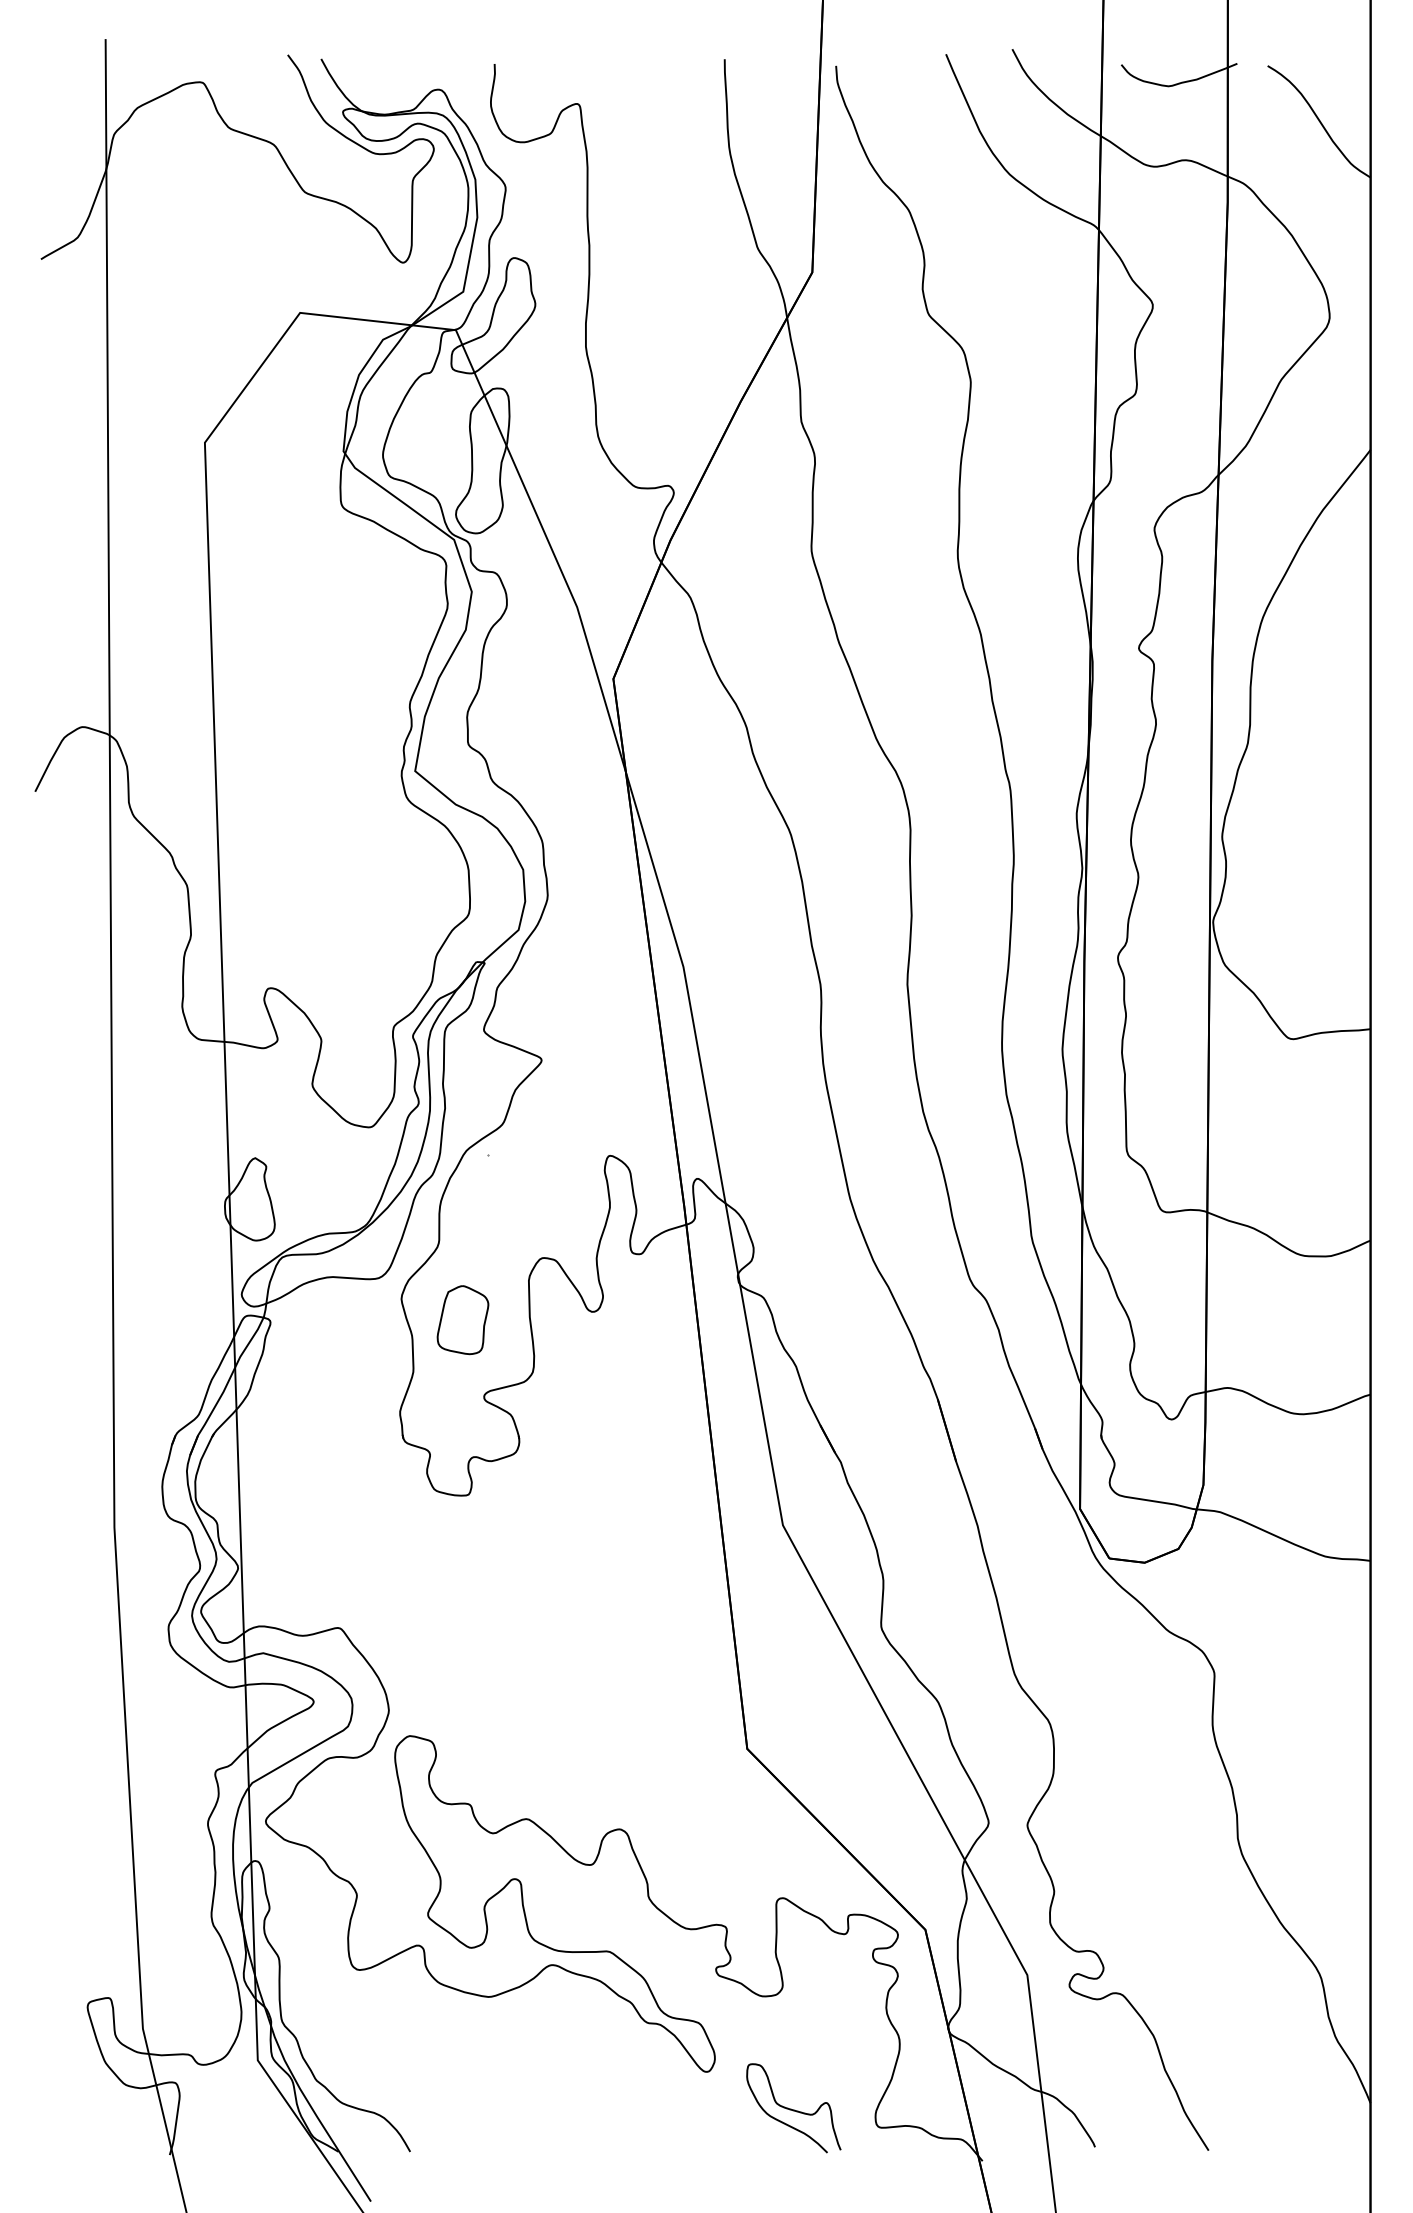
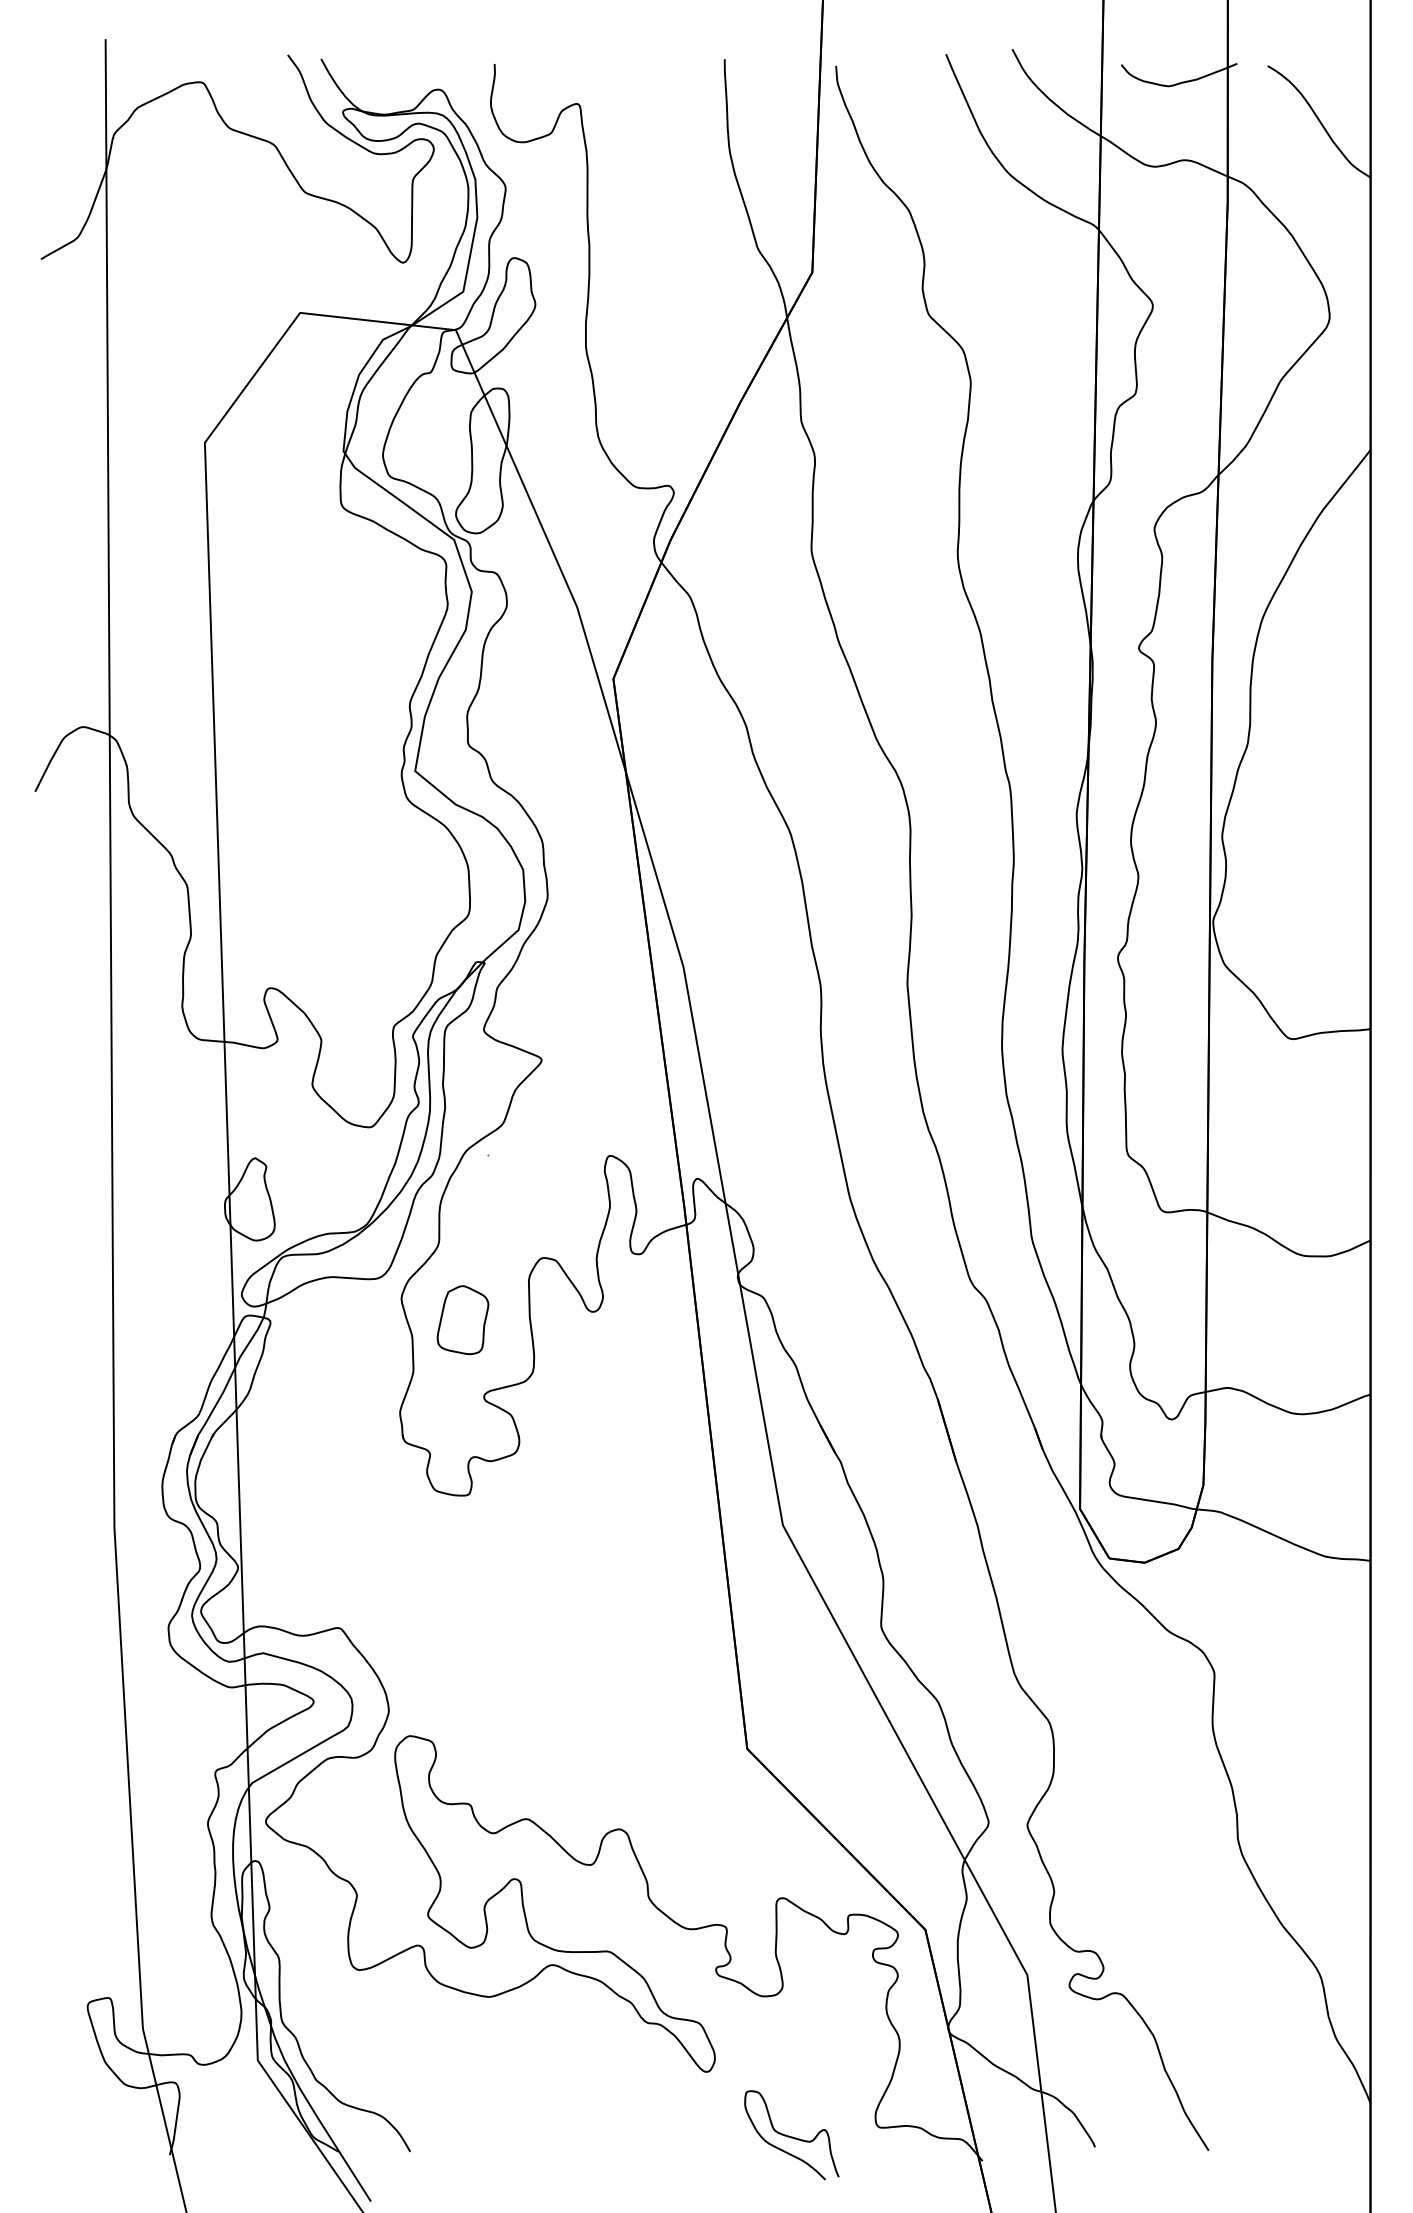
curve at (793, 2109) position: (793, 2109) -> (791, 2136)
